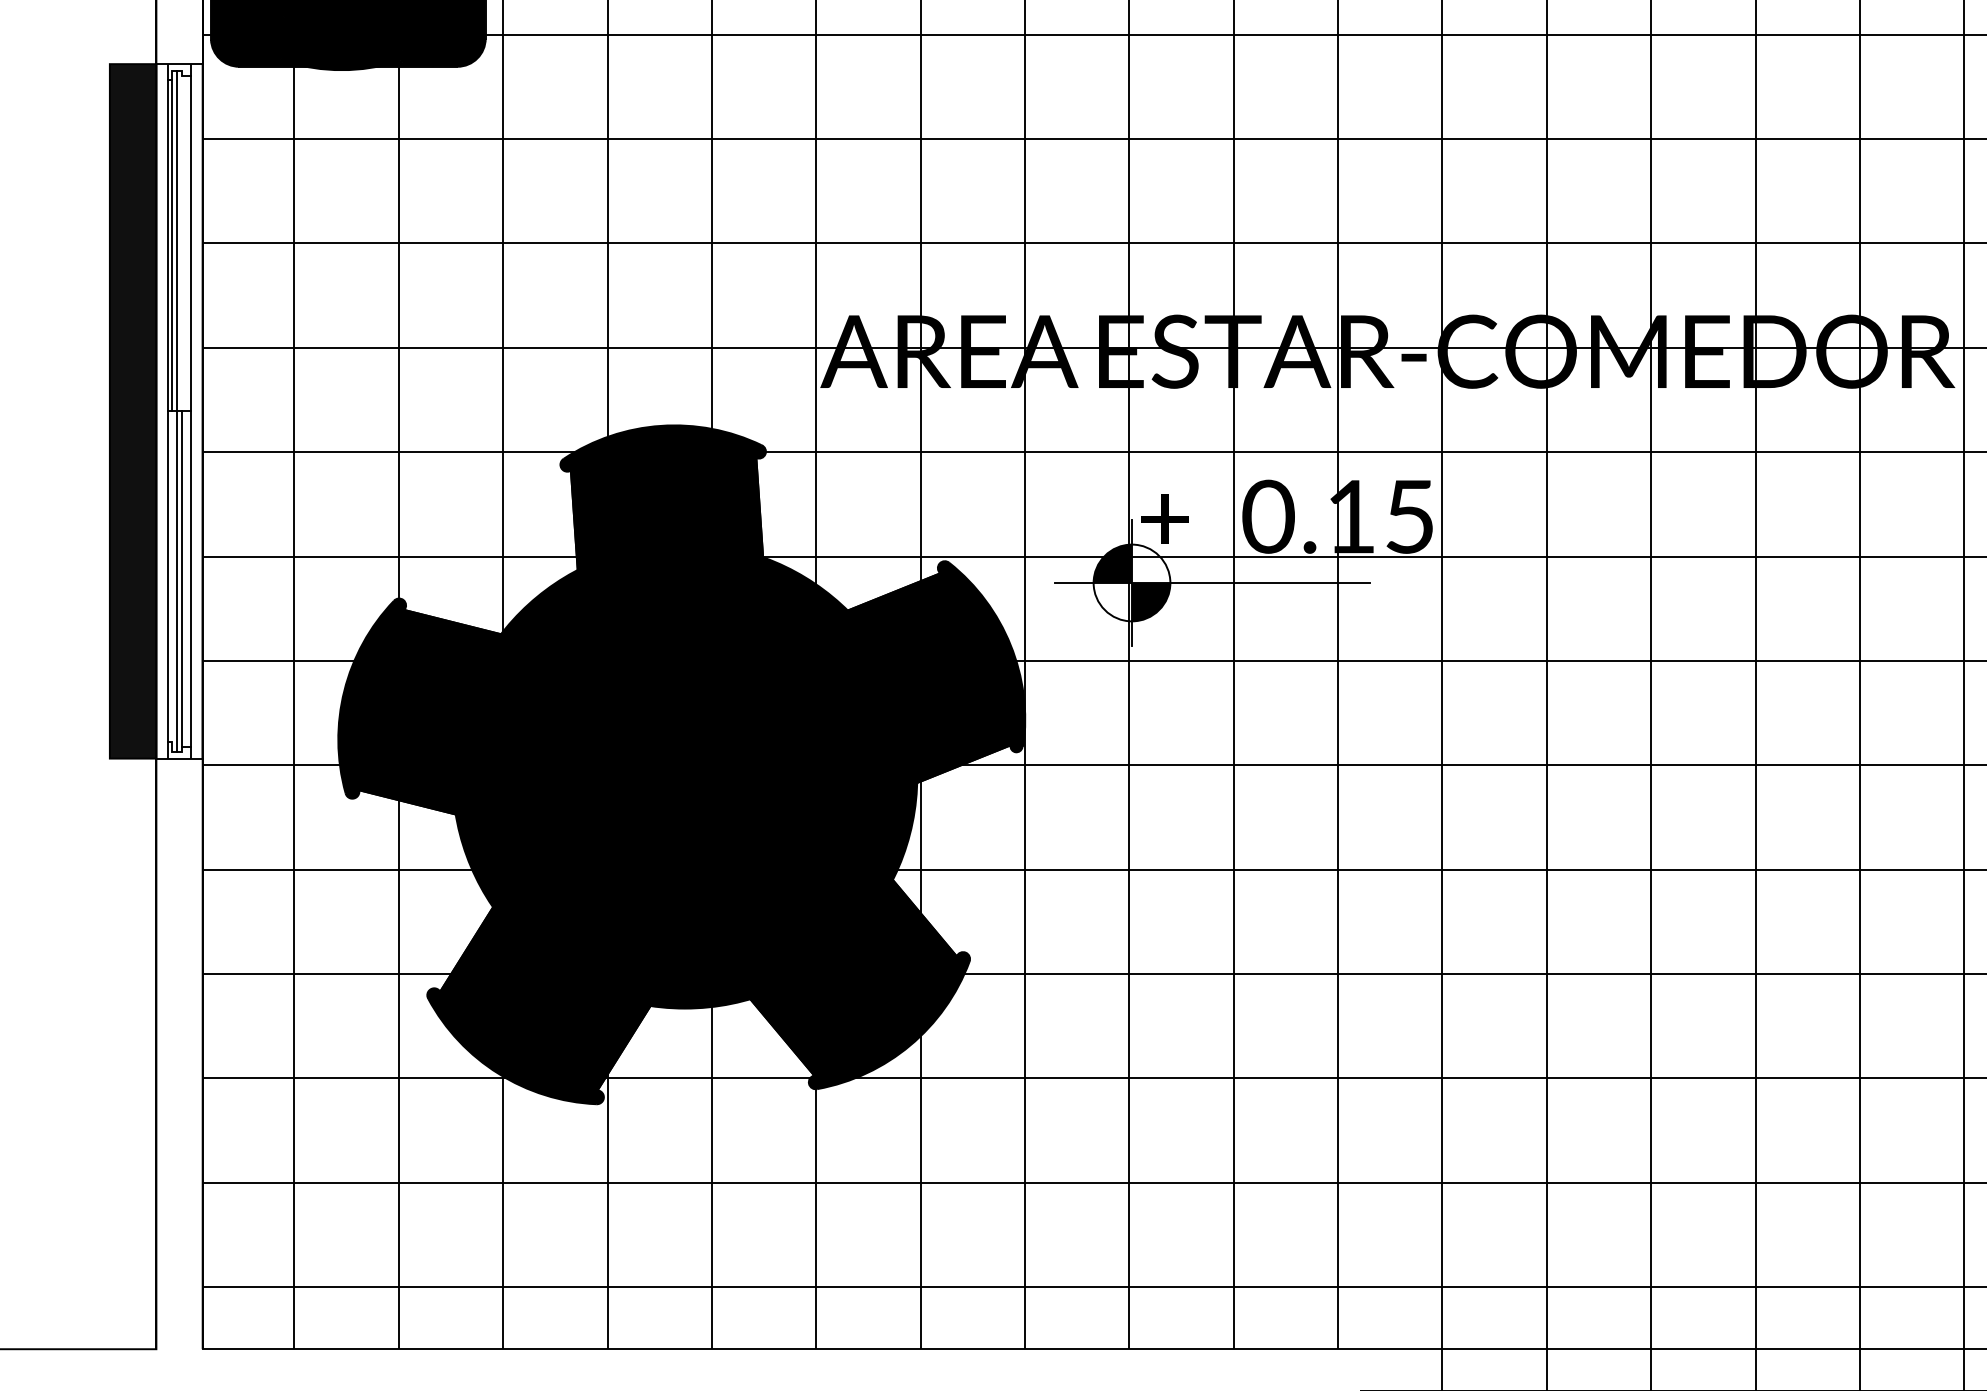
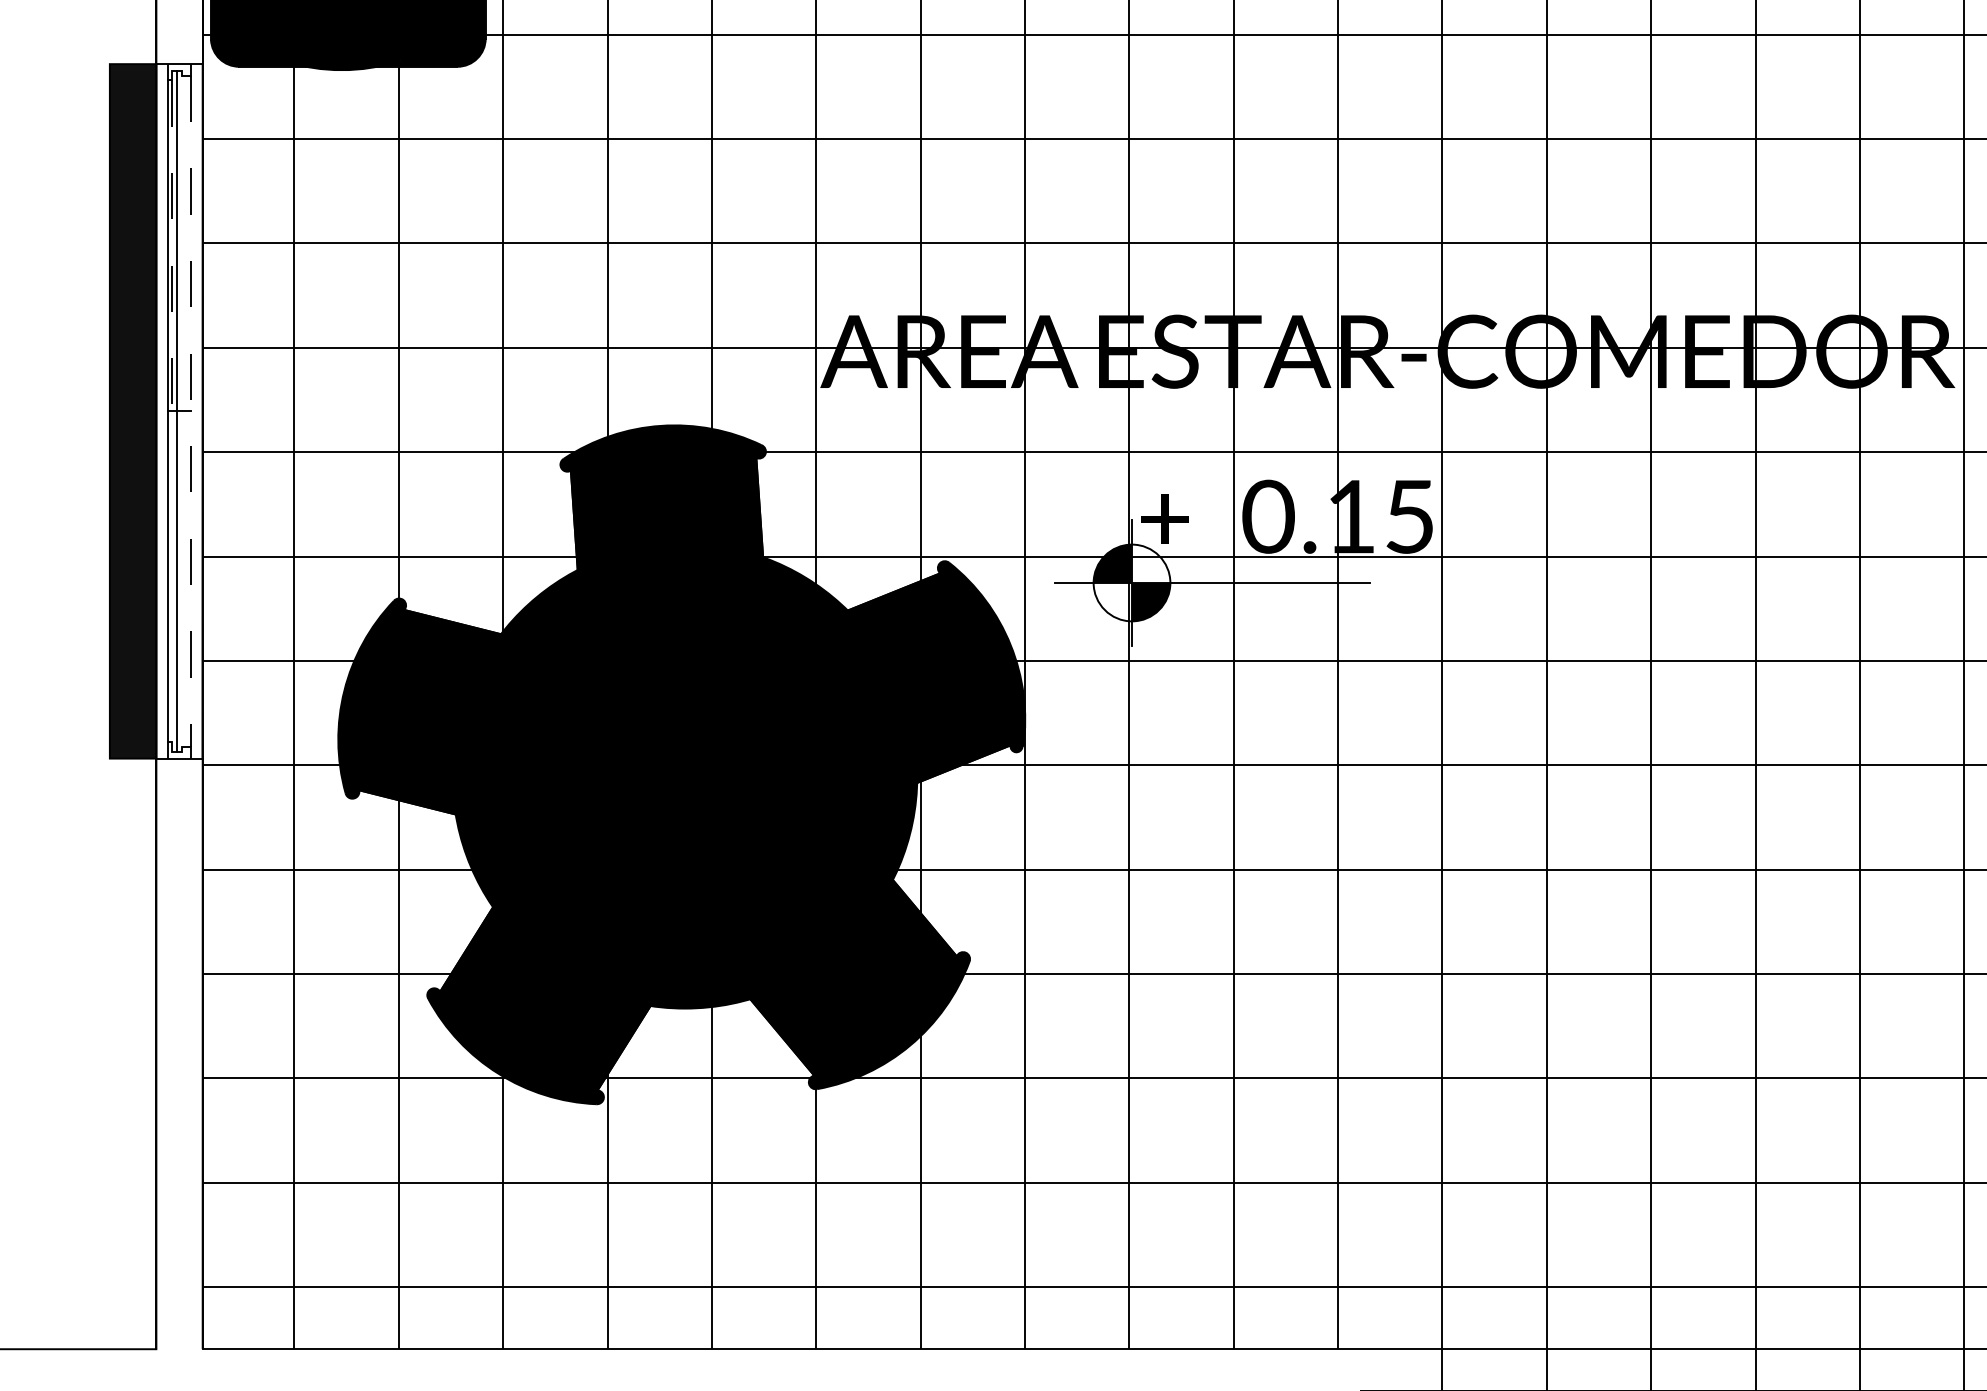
line at (172, 245): solid -> dashed
line at (190, 411): solid -> dashed
line at (181, 579): present -> none
